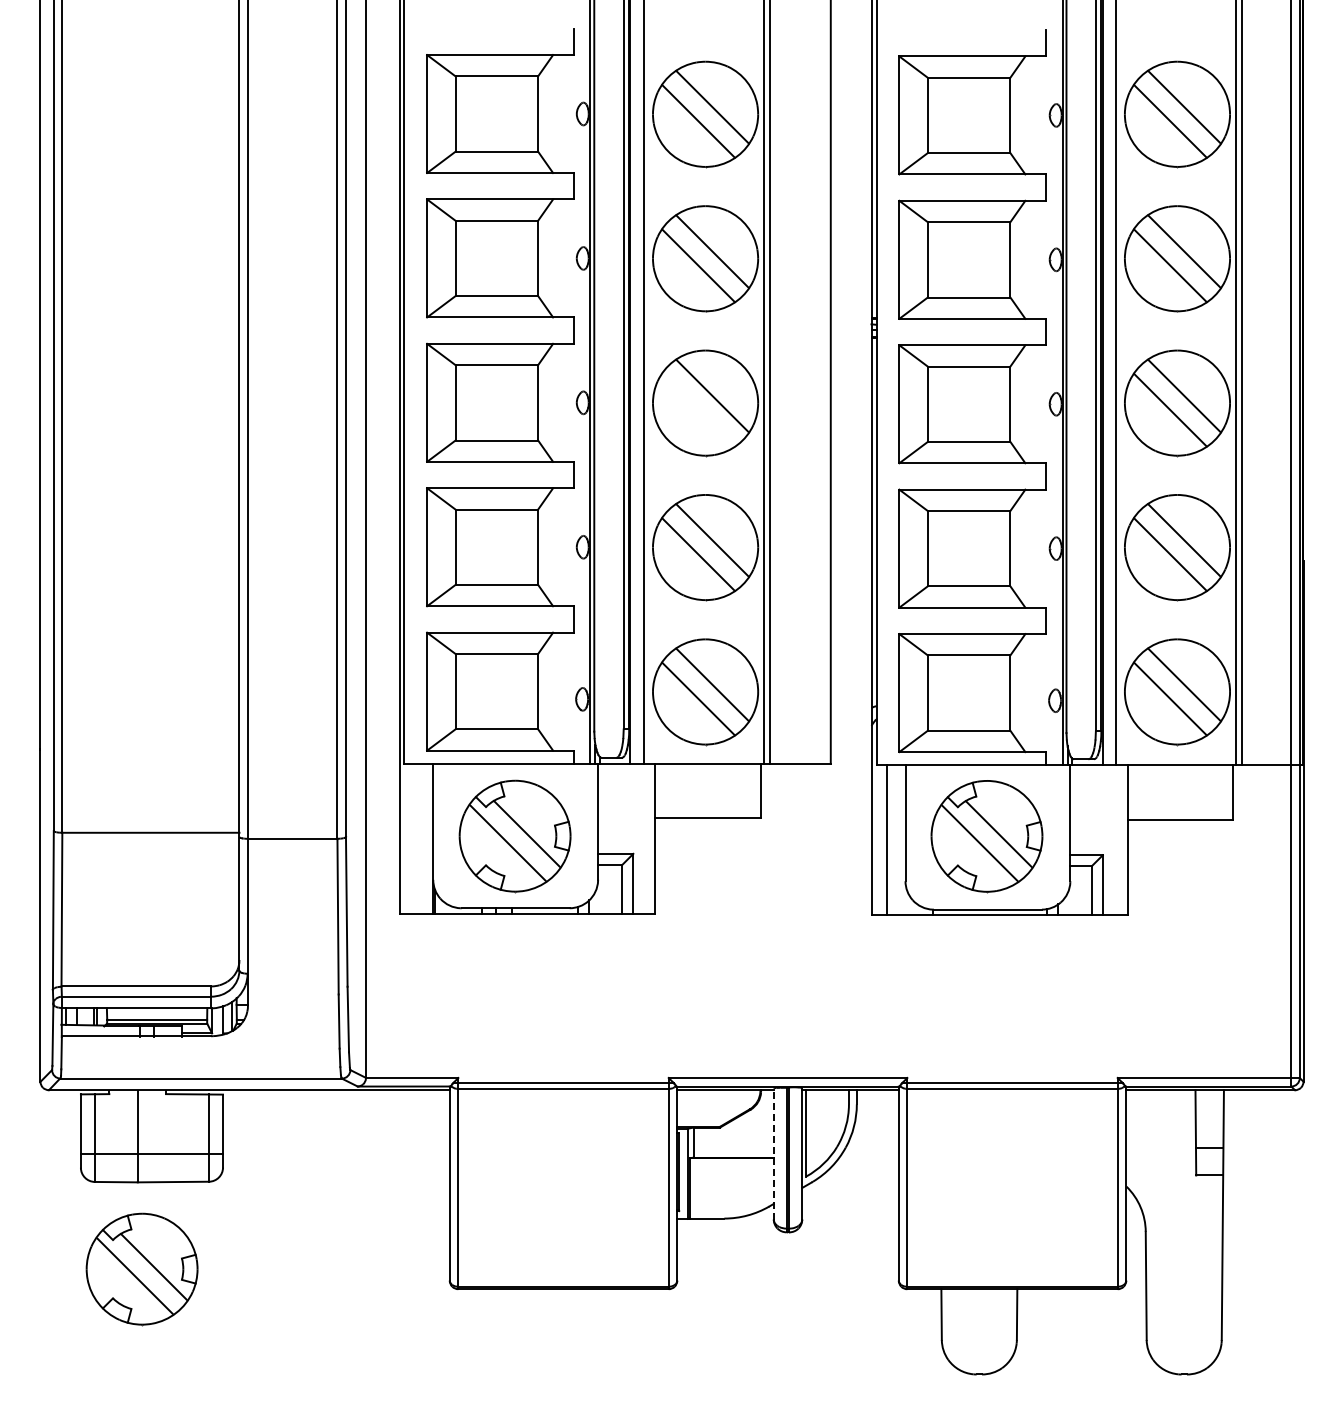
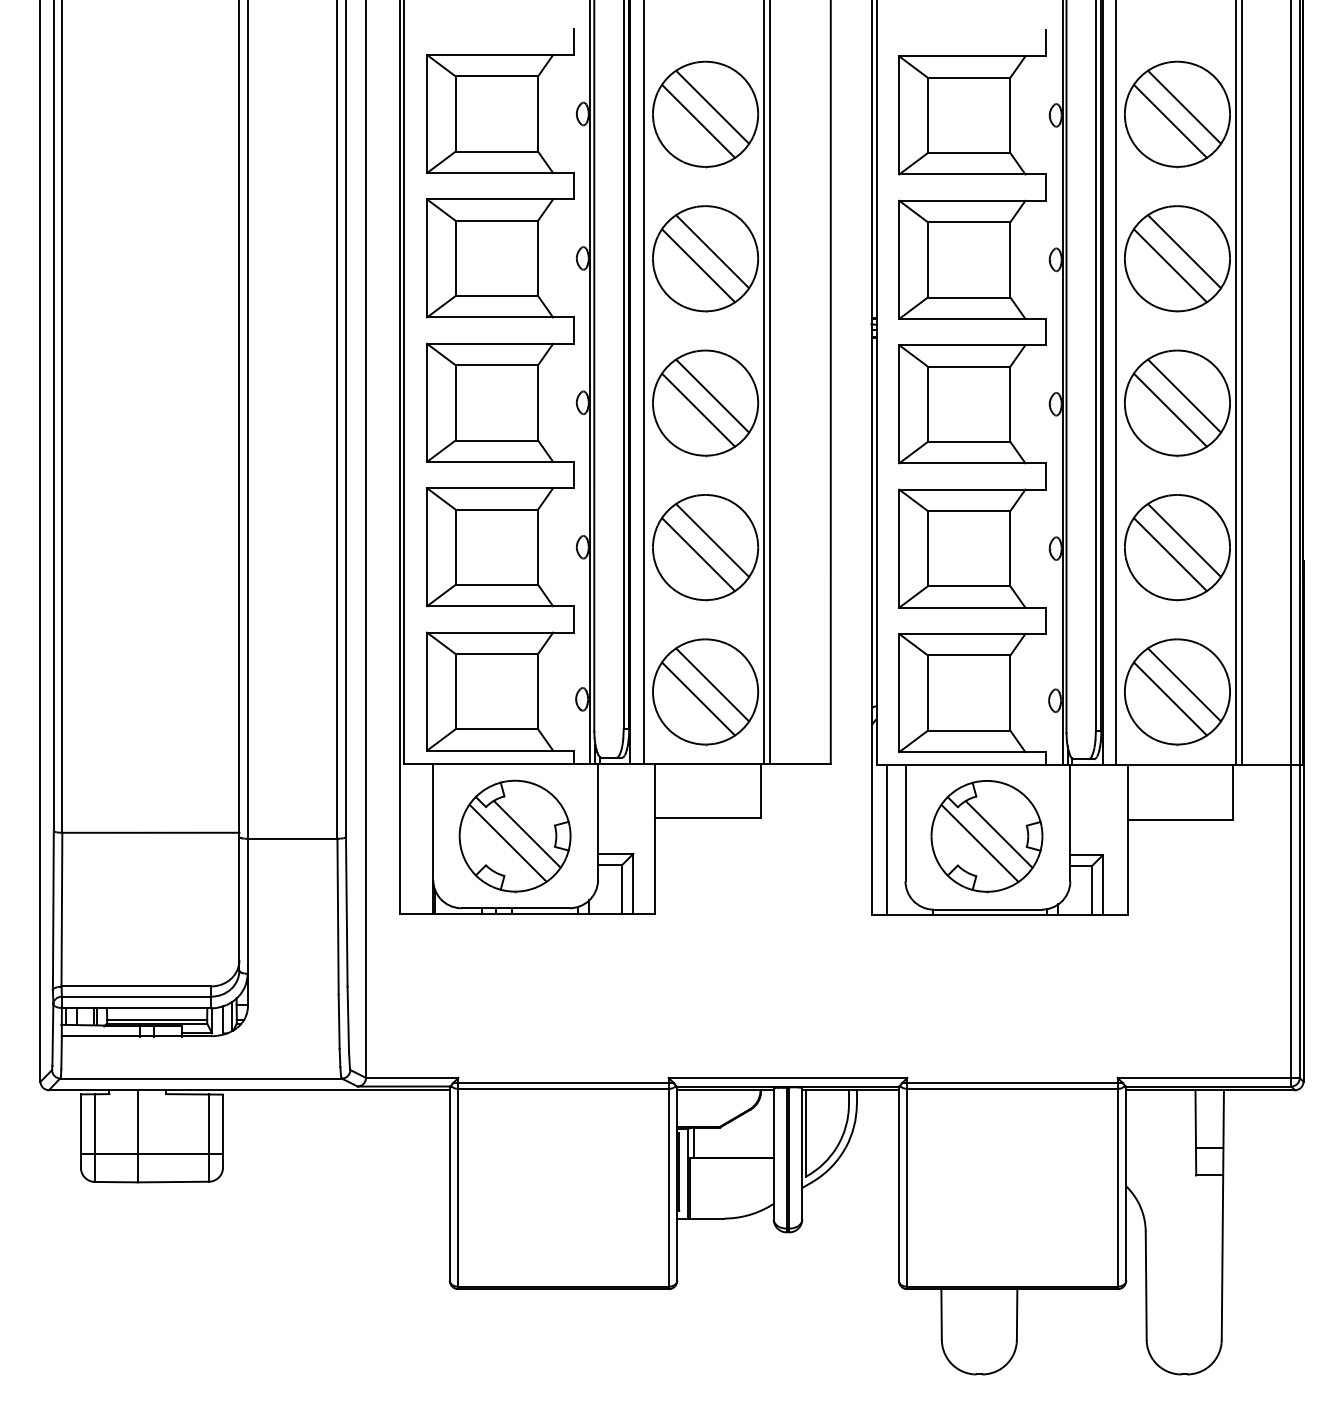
line at (698, 409): none -> present
line at (773, 1153): dashed -> solid
part at (141, 1269): present -> none
